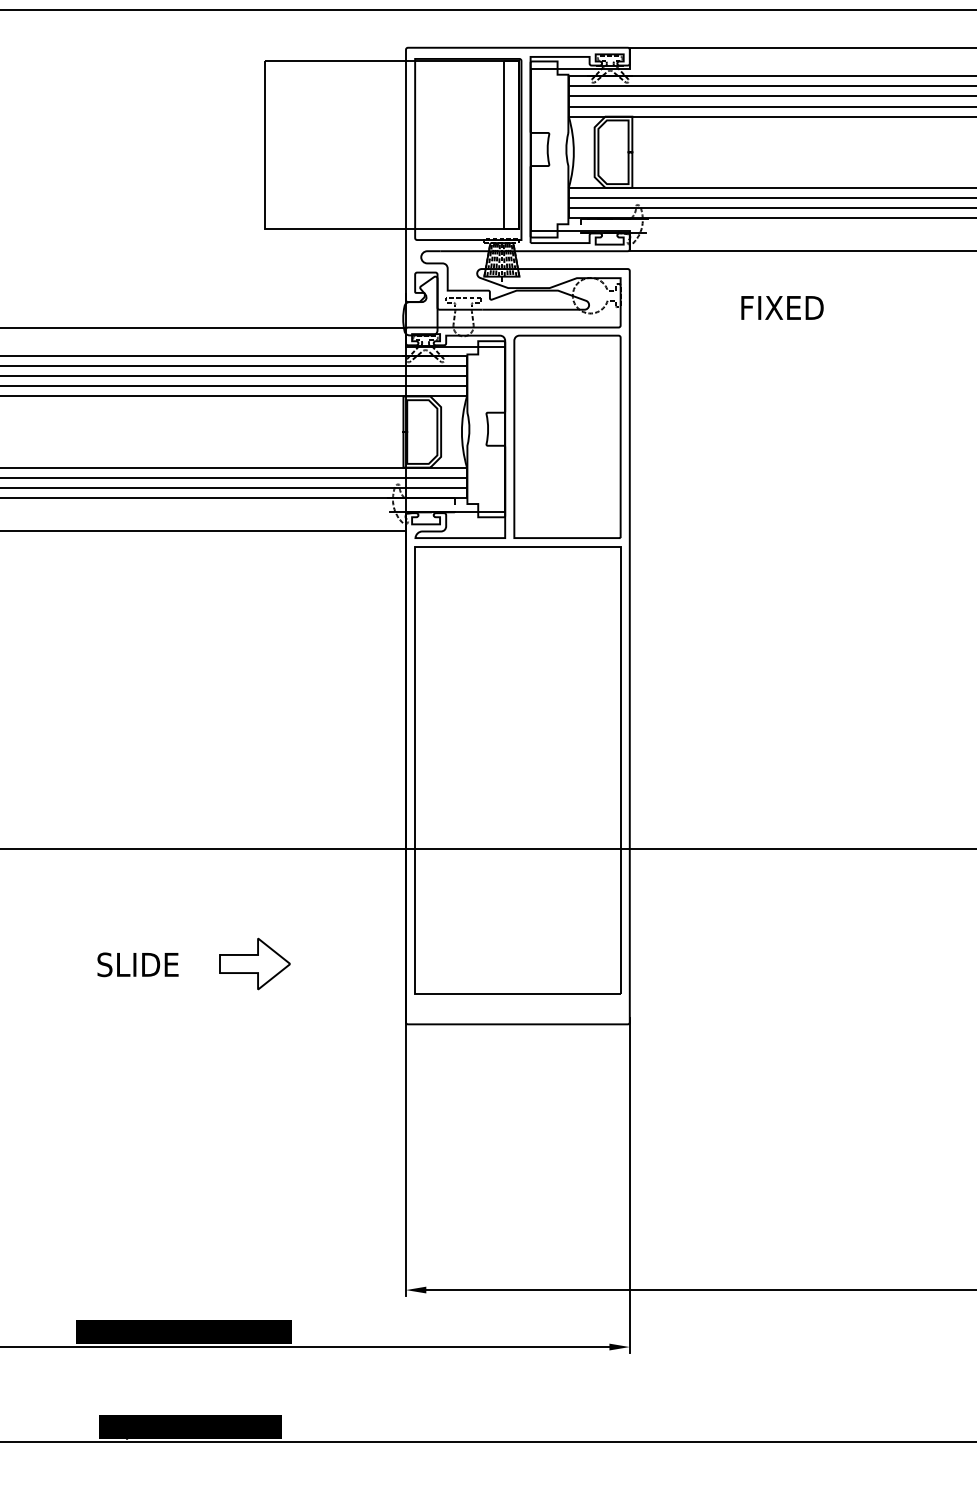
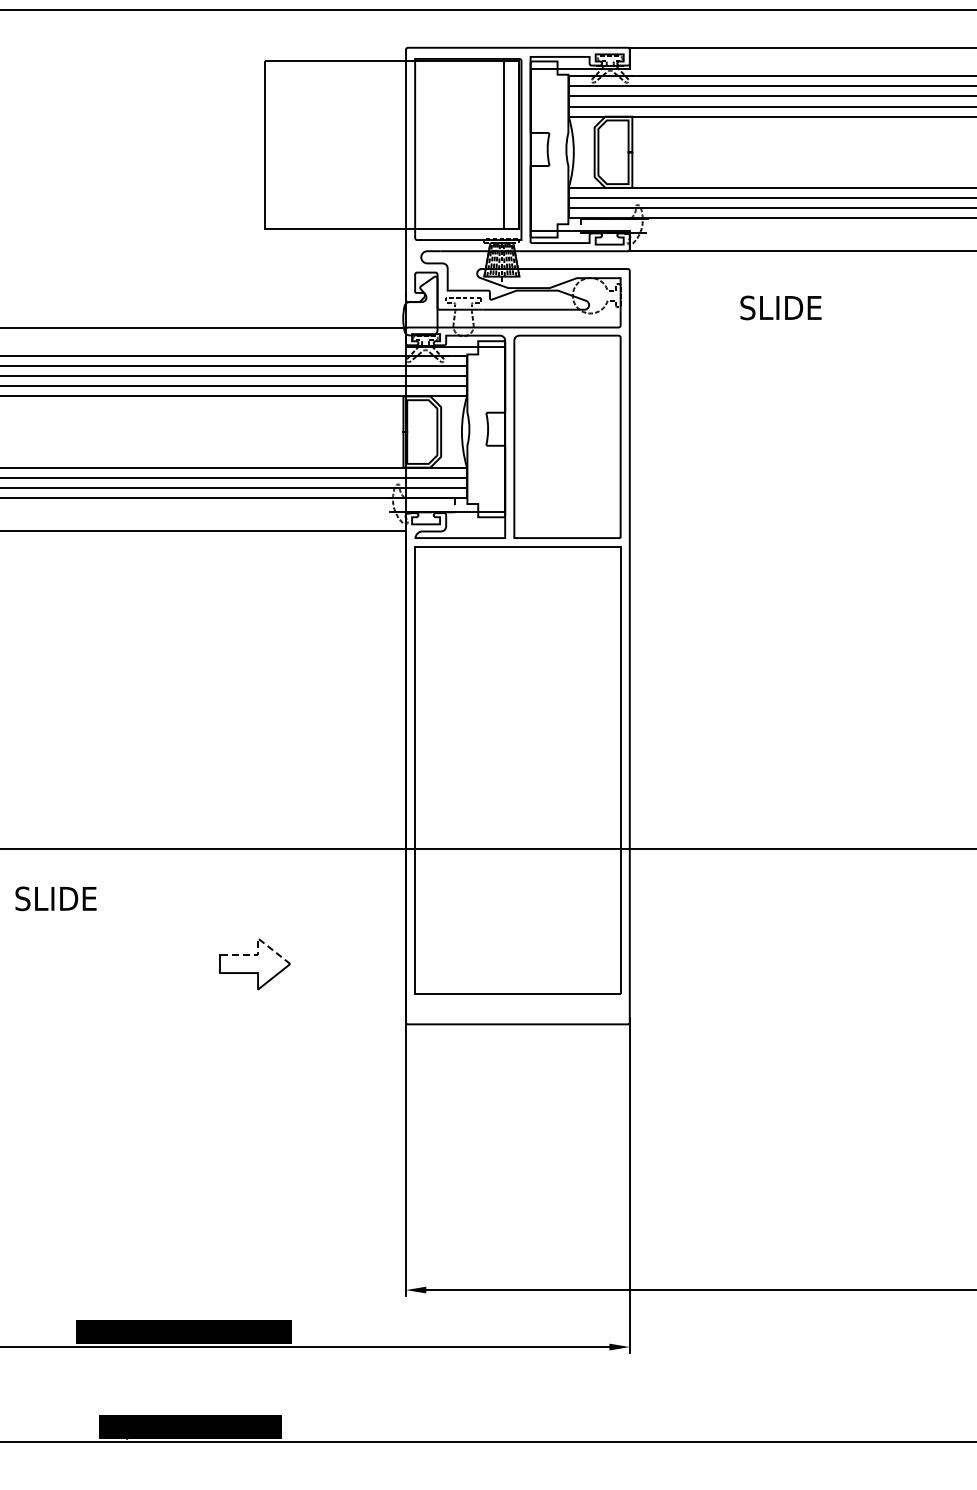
text at (781, 307): FIXED -> SLIDE
line at (258, 945): solid -> dashed
text at (137, 964) position: (137, 964) -> (55, 898)
